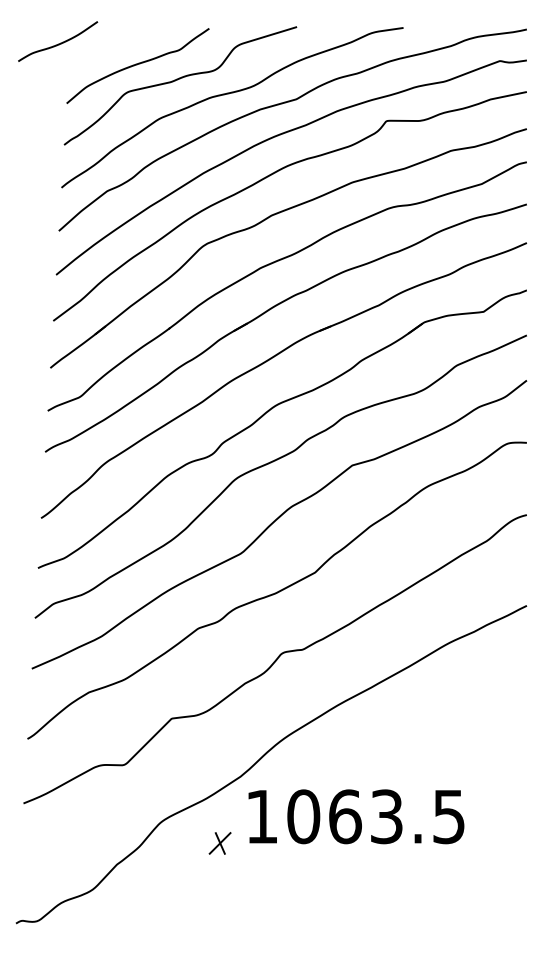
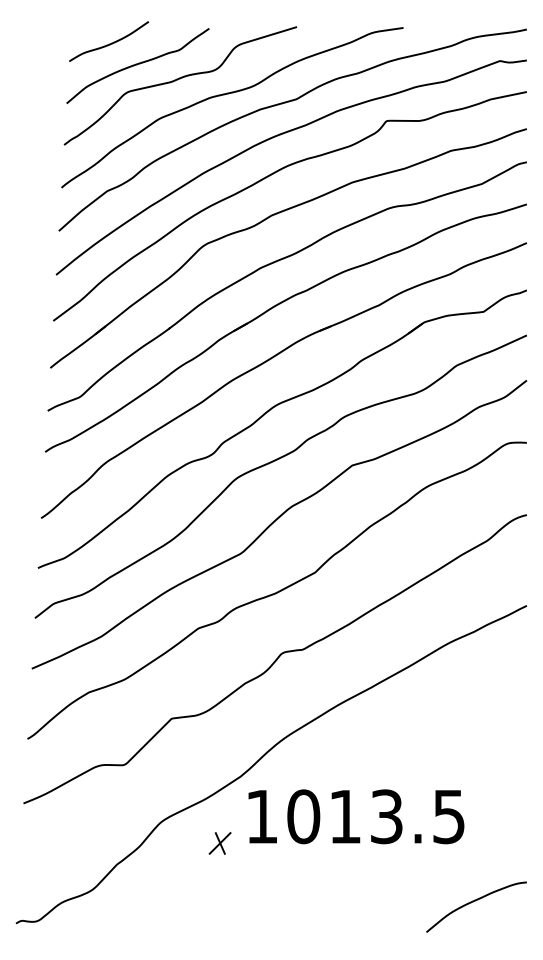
curve at (58, 43) position: (58, 43) -> (109, 43)
text at (345, 816): 1063.5 -> 1013.5
curve at (473, 902): none -> present
